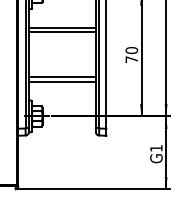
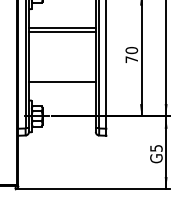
line at (61, 77): present -> none
text at (156, 148): G1 -> G5
